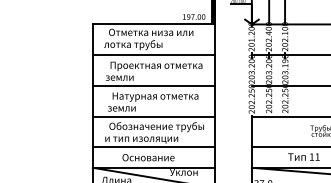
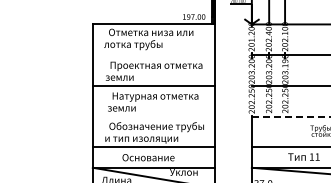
line at (153, 55): present -> none
line at (153, 116): present -> none
line at (291, 116): solid -> dashed
